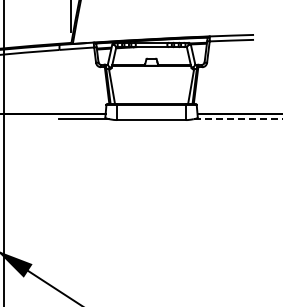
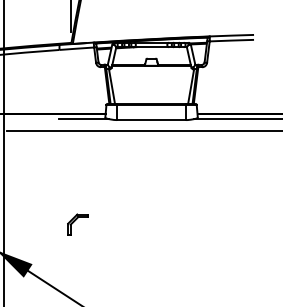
line at (238, 119): dashed -> solid
line at (143, 131): none -> present
part at (77, 224): none -> present
